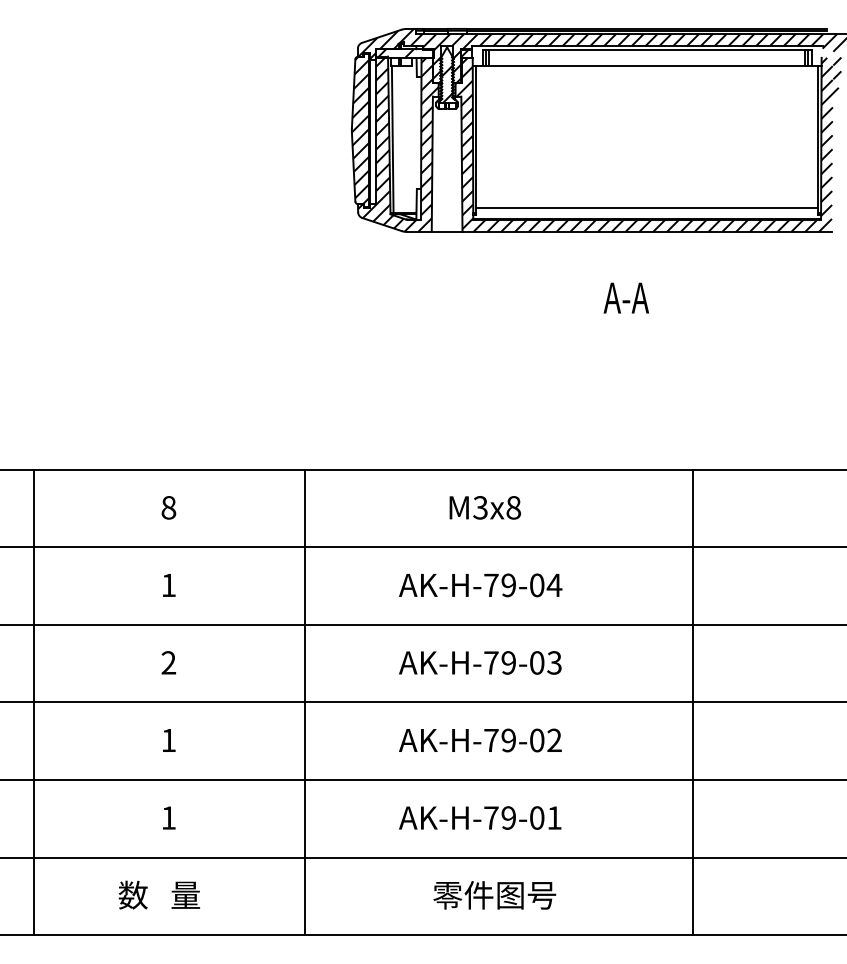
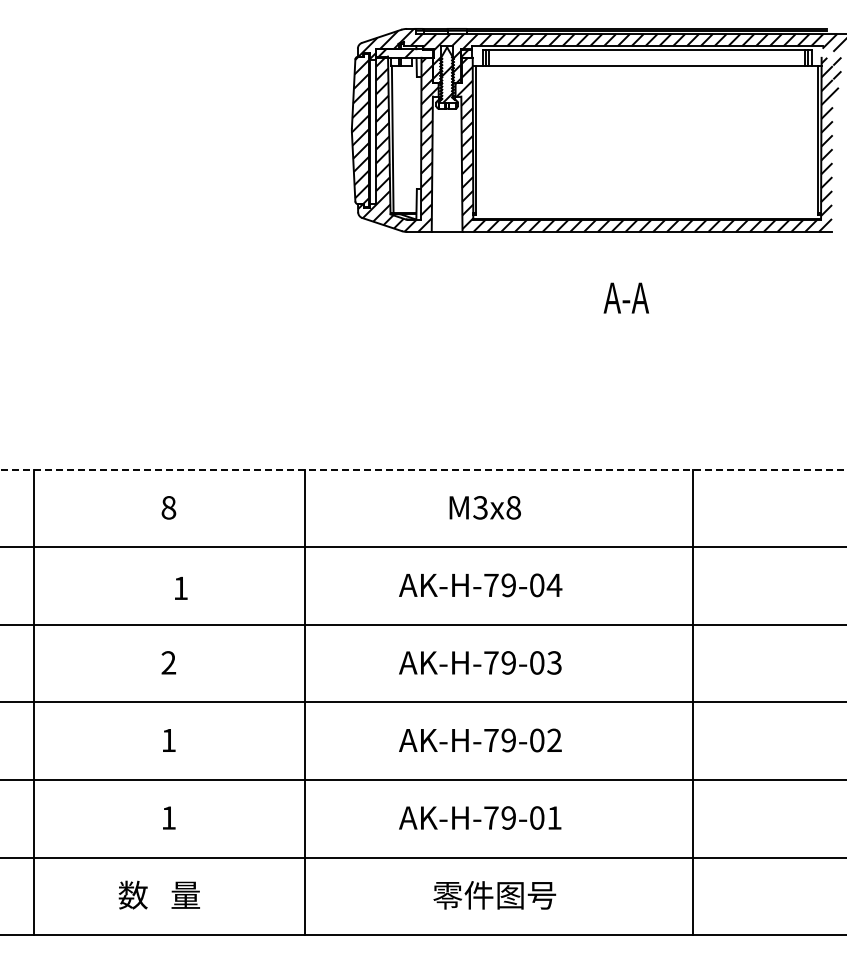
line at (647, 208): present -> none
line at (423, 469): solid -> dashed
text at (169, 585) position: (169, 585) -> (181, 588)
